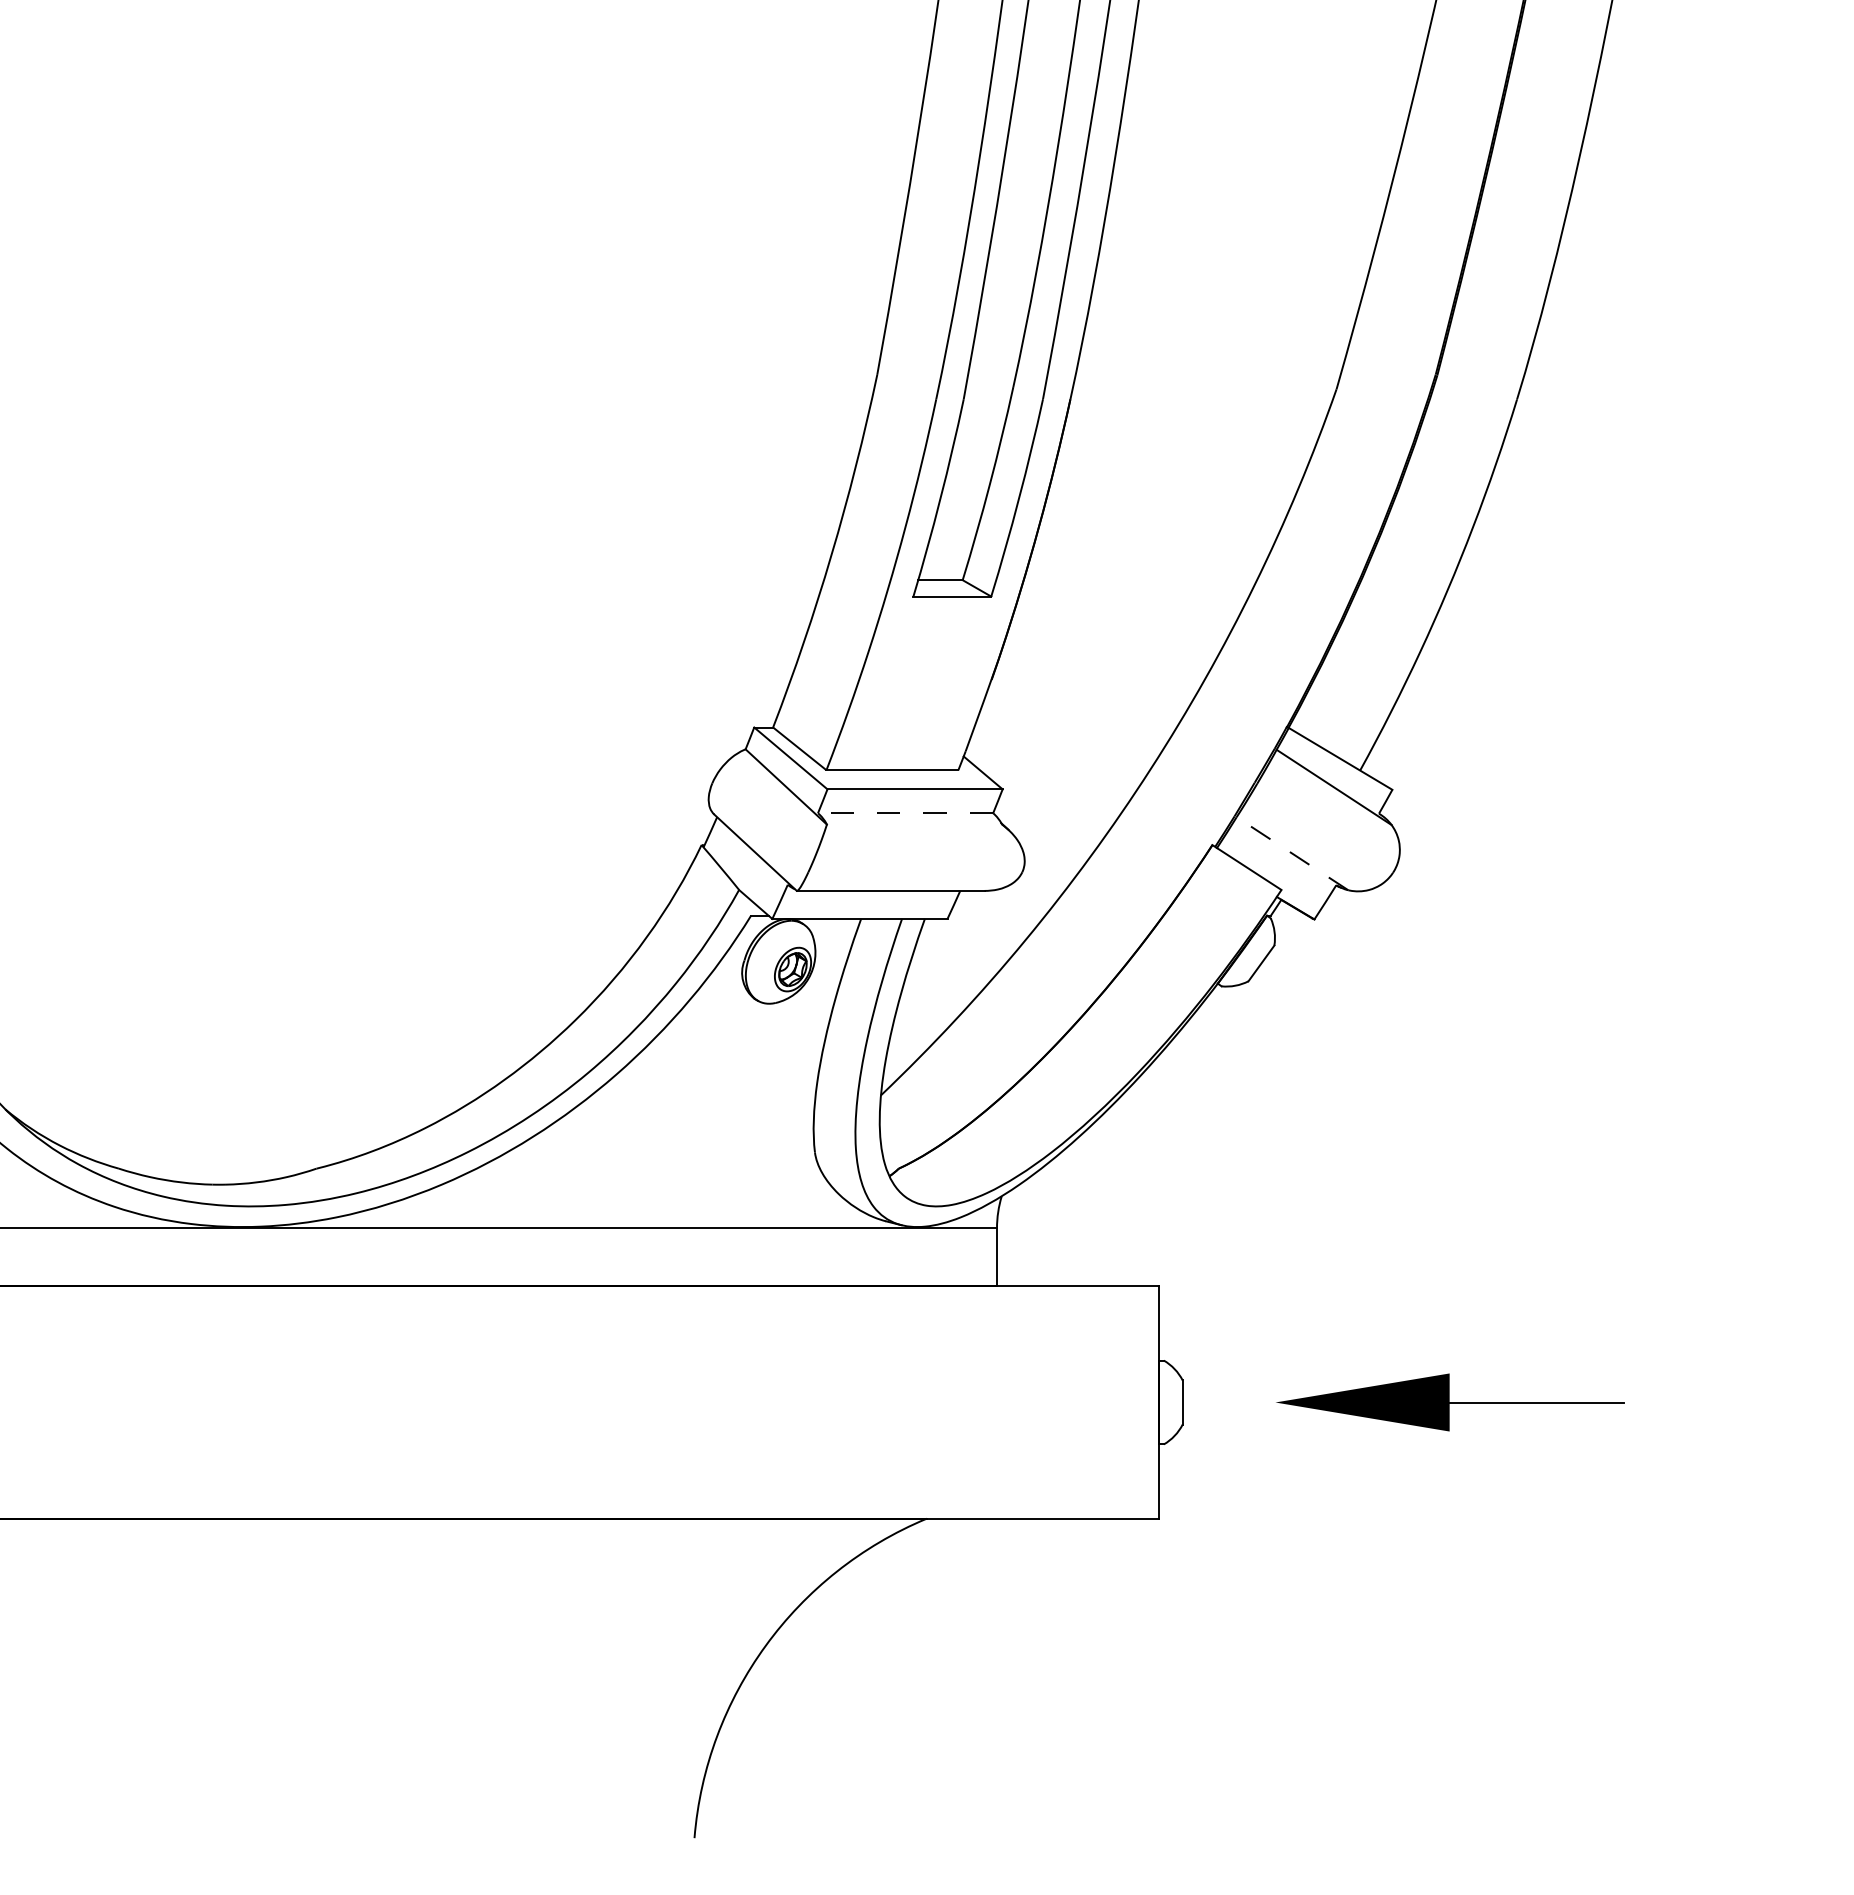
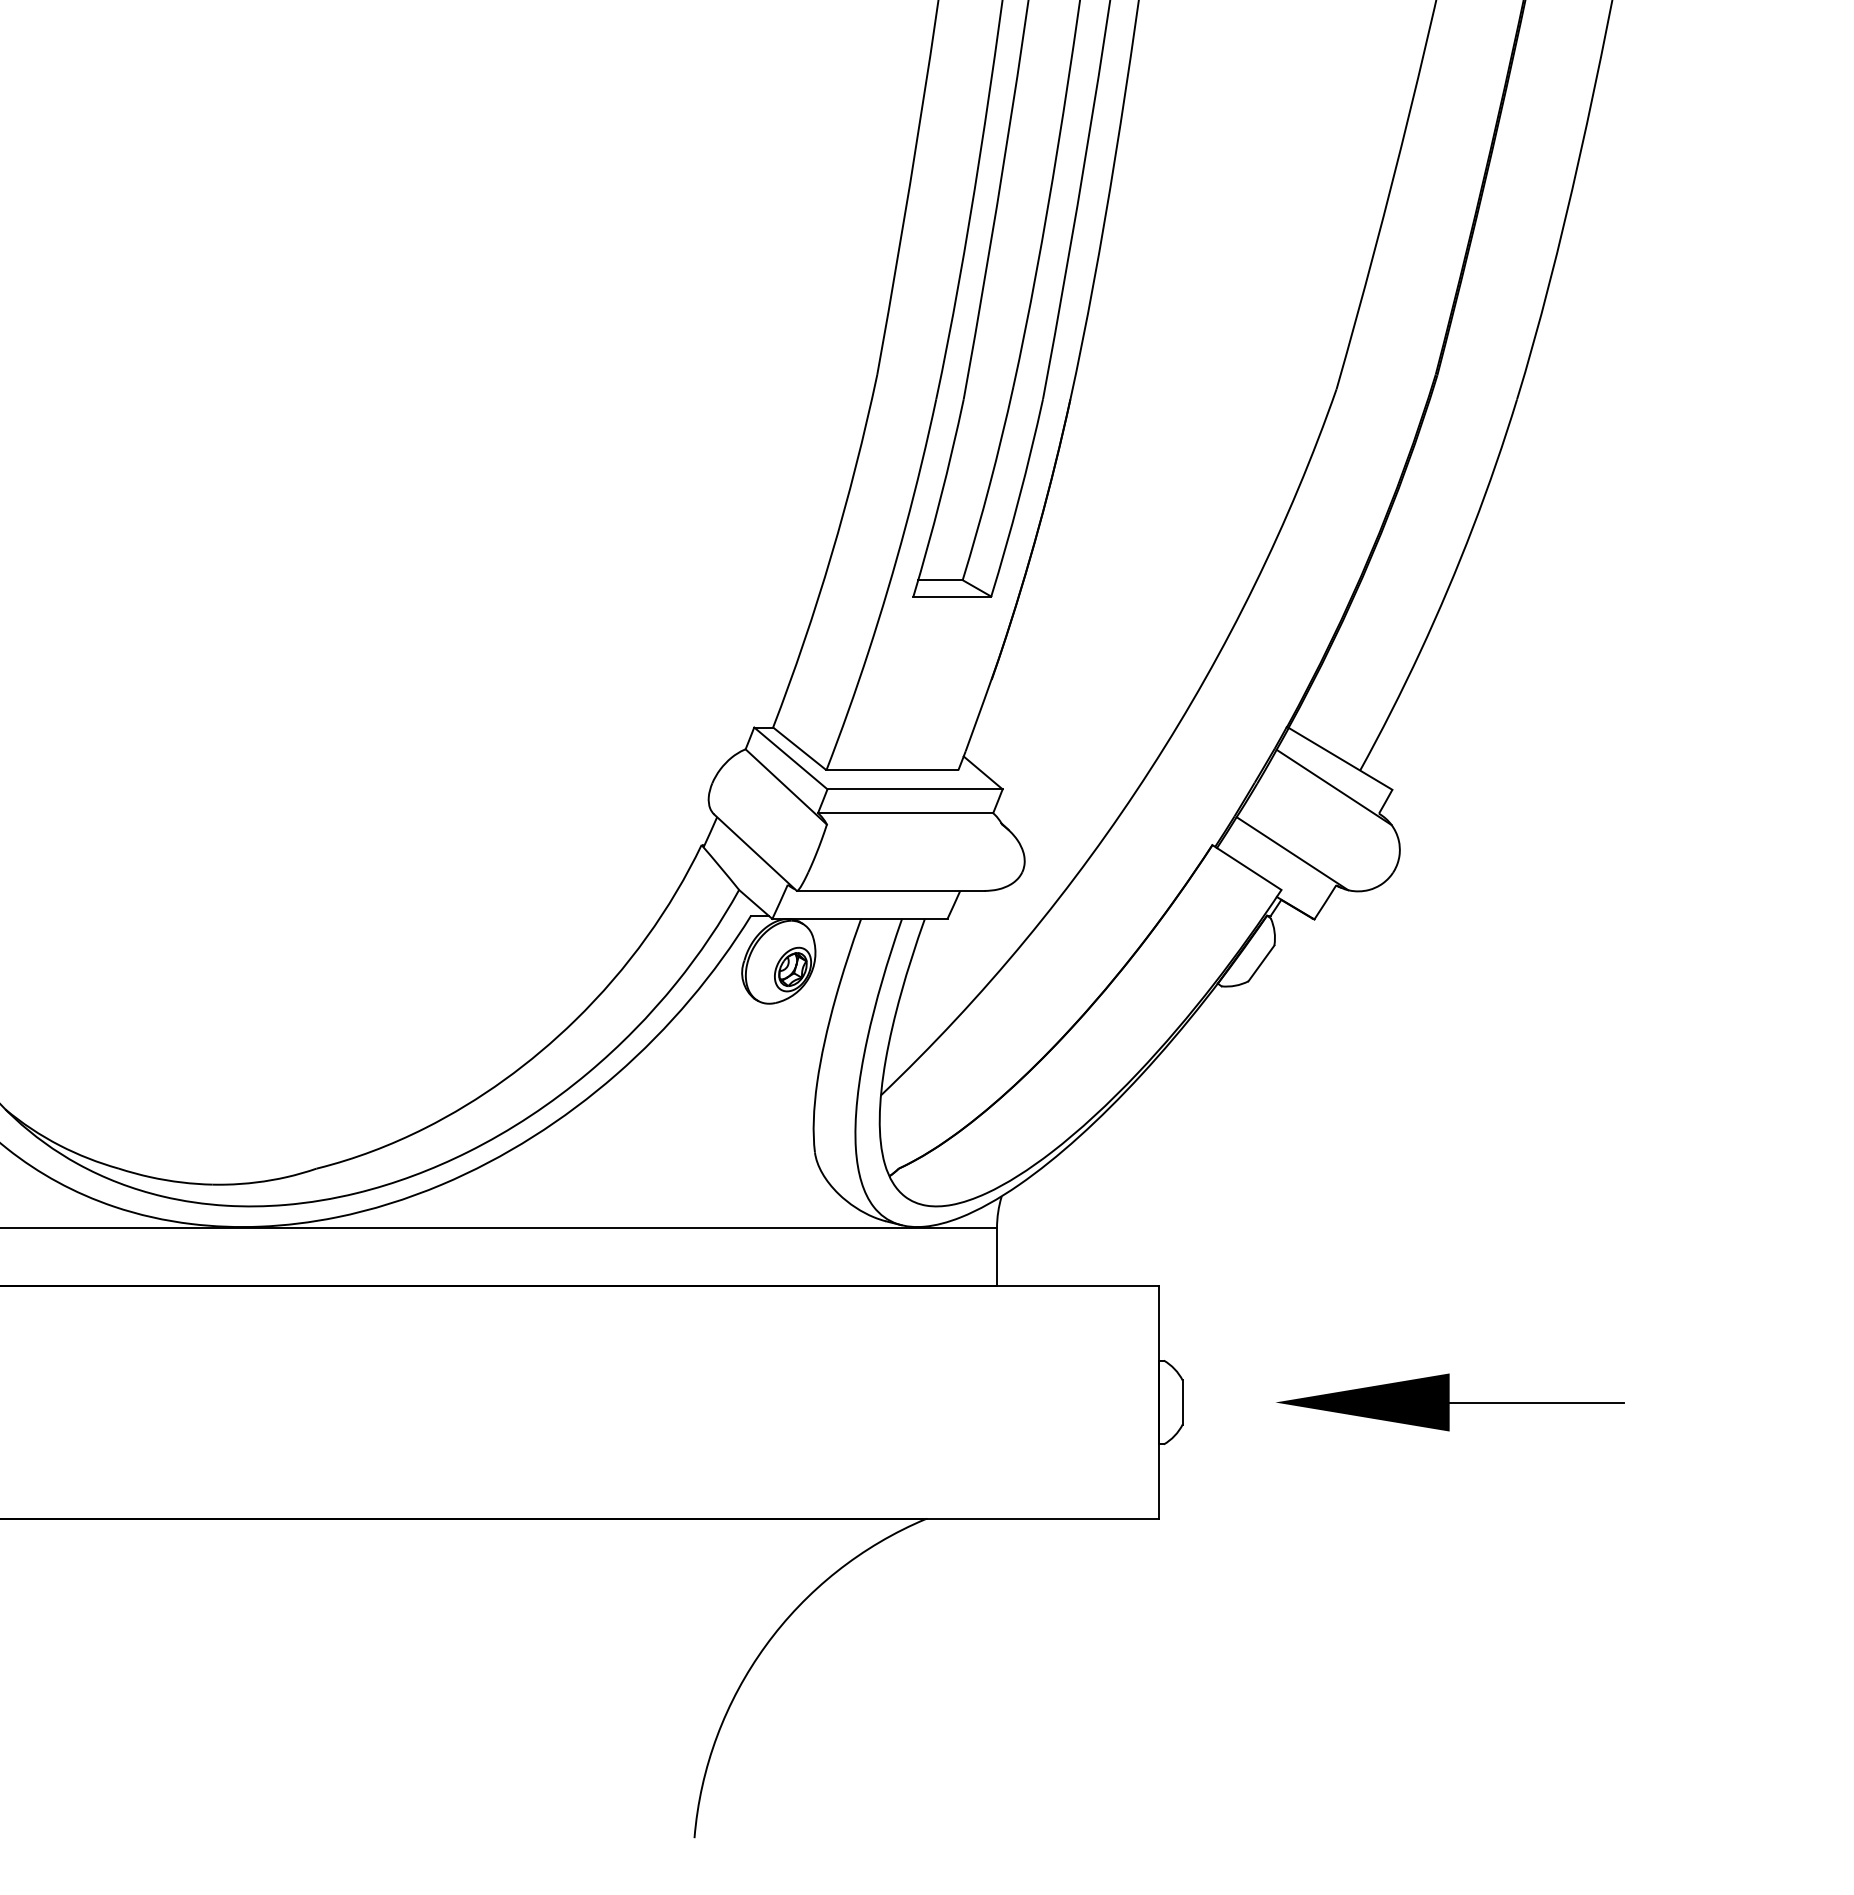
line at (905, 813): dashed -> solid
line at (1292, 853): dashed -> solid
